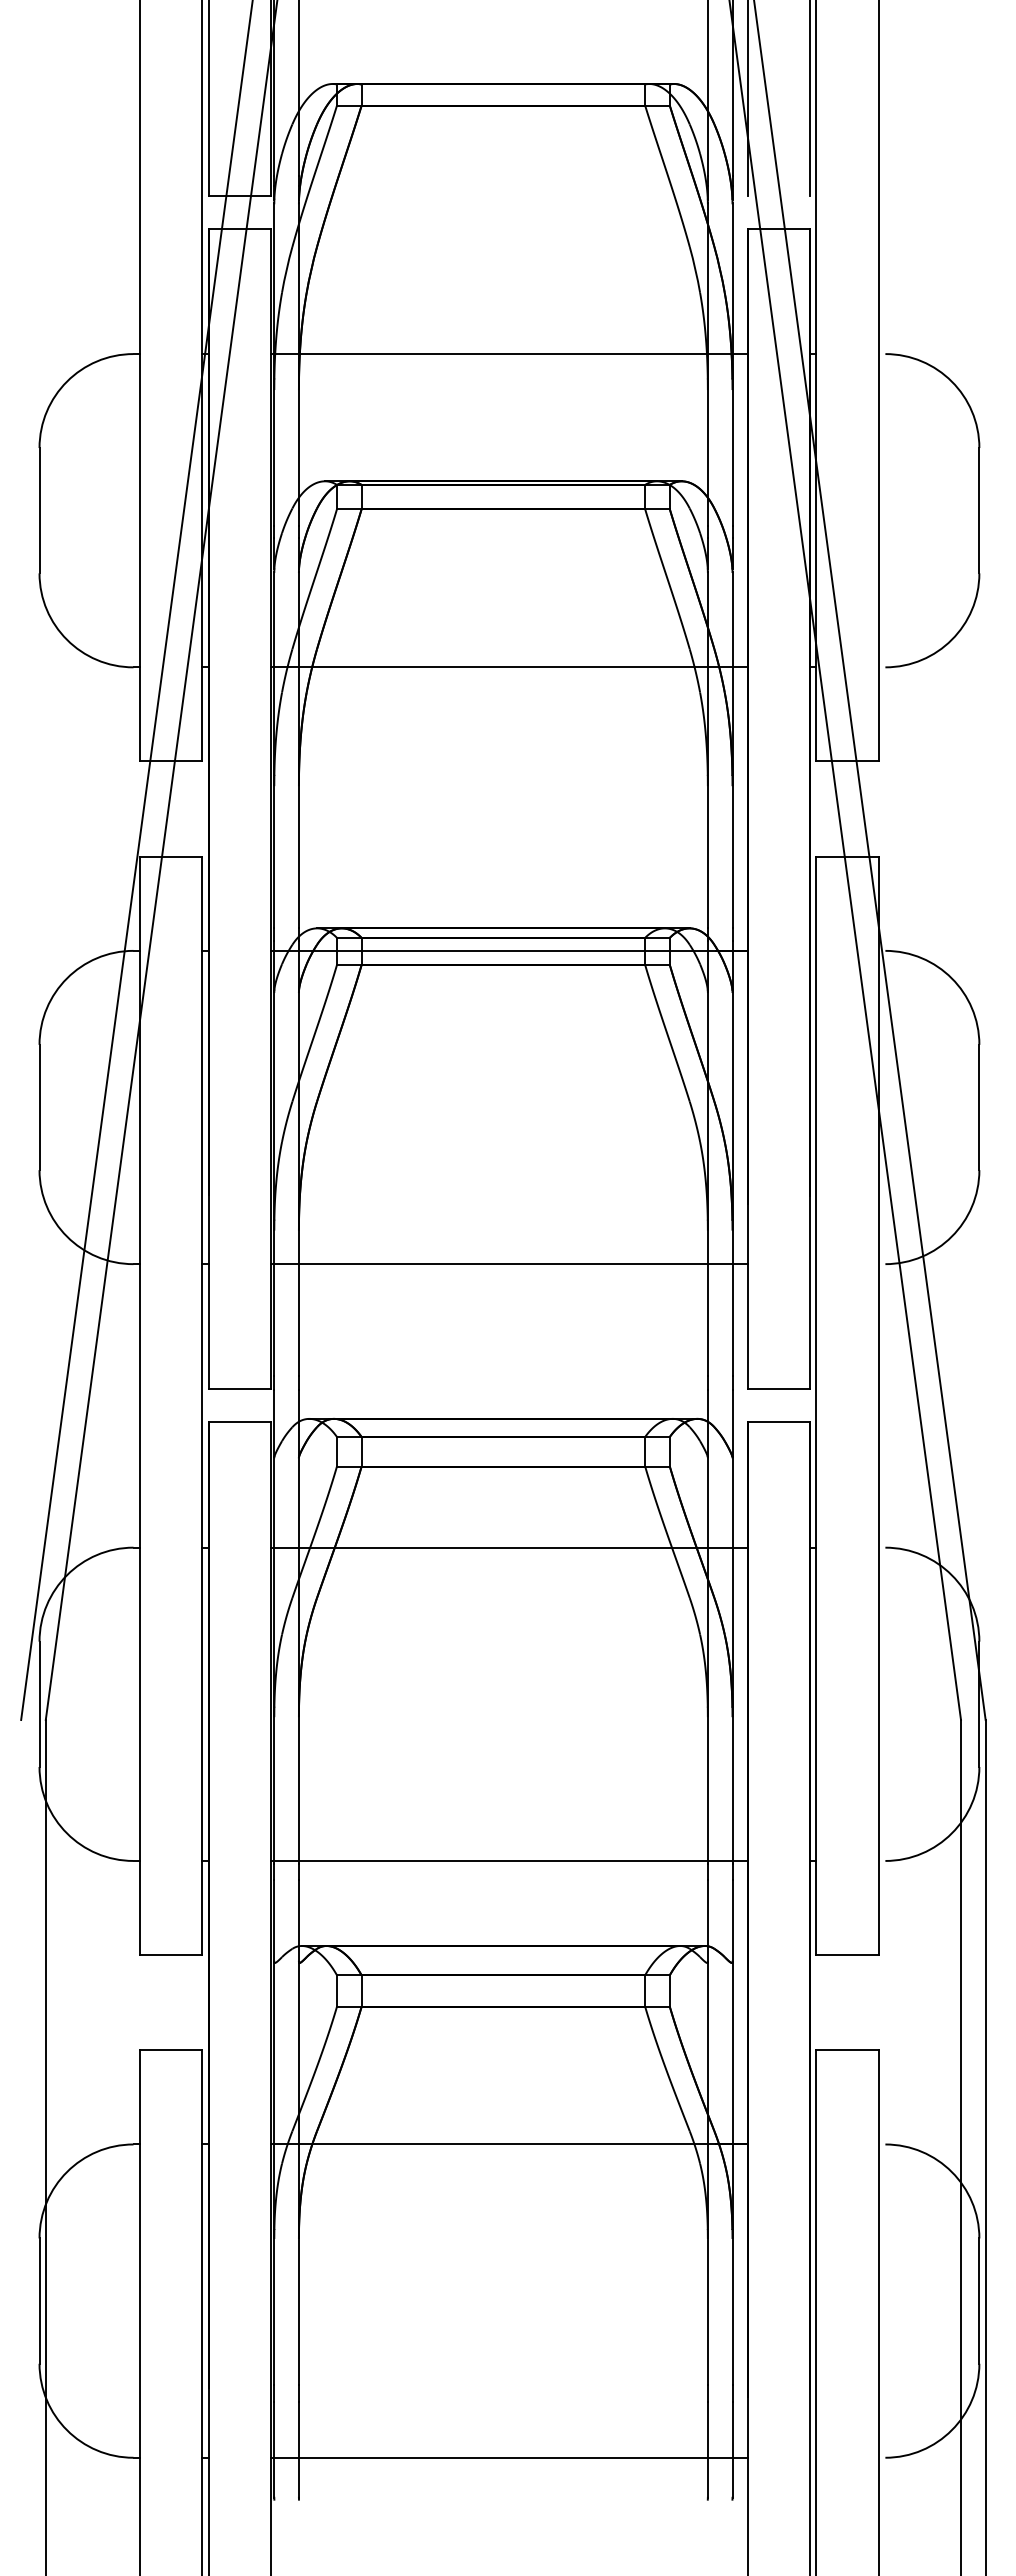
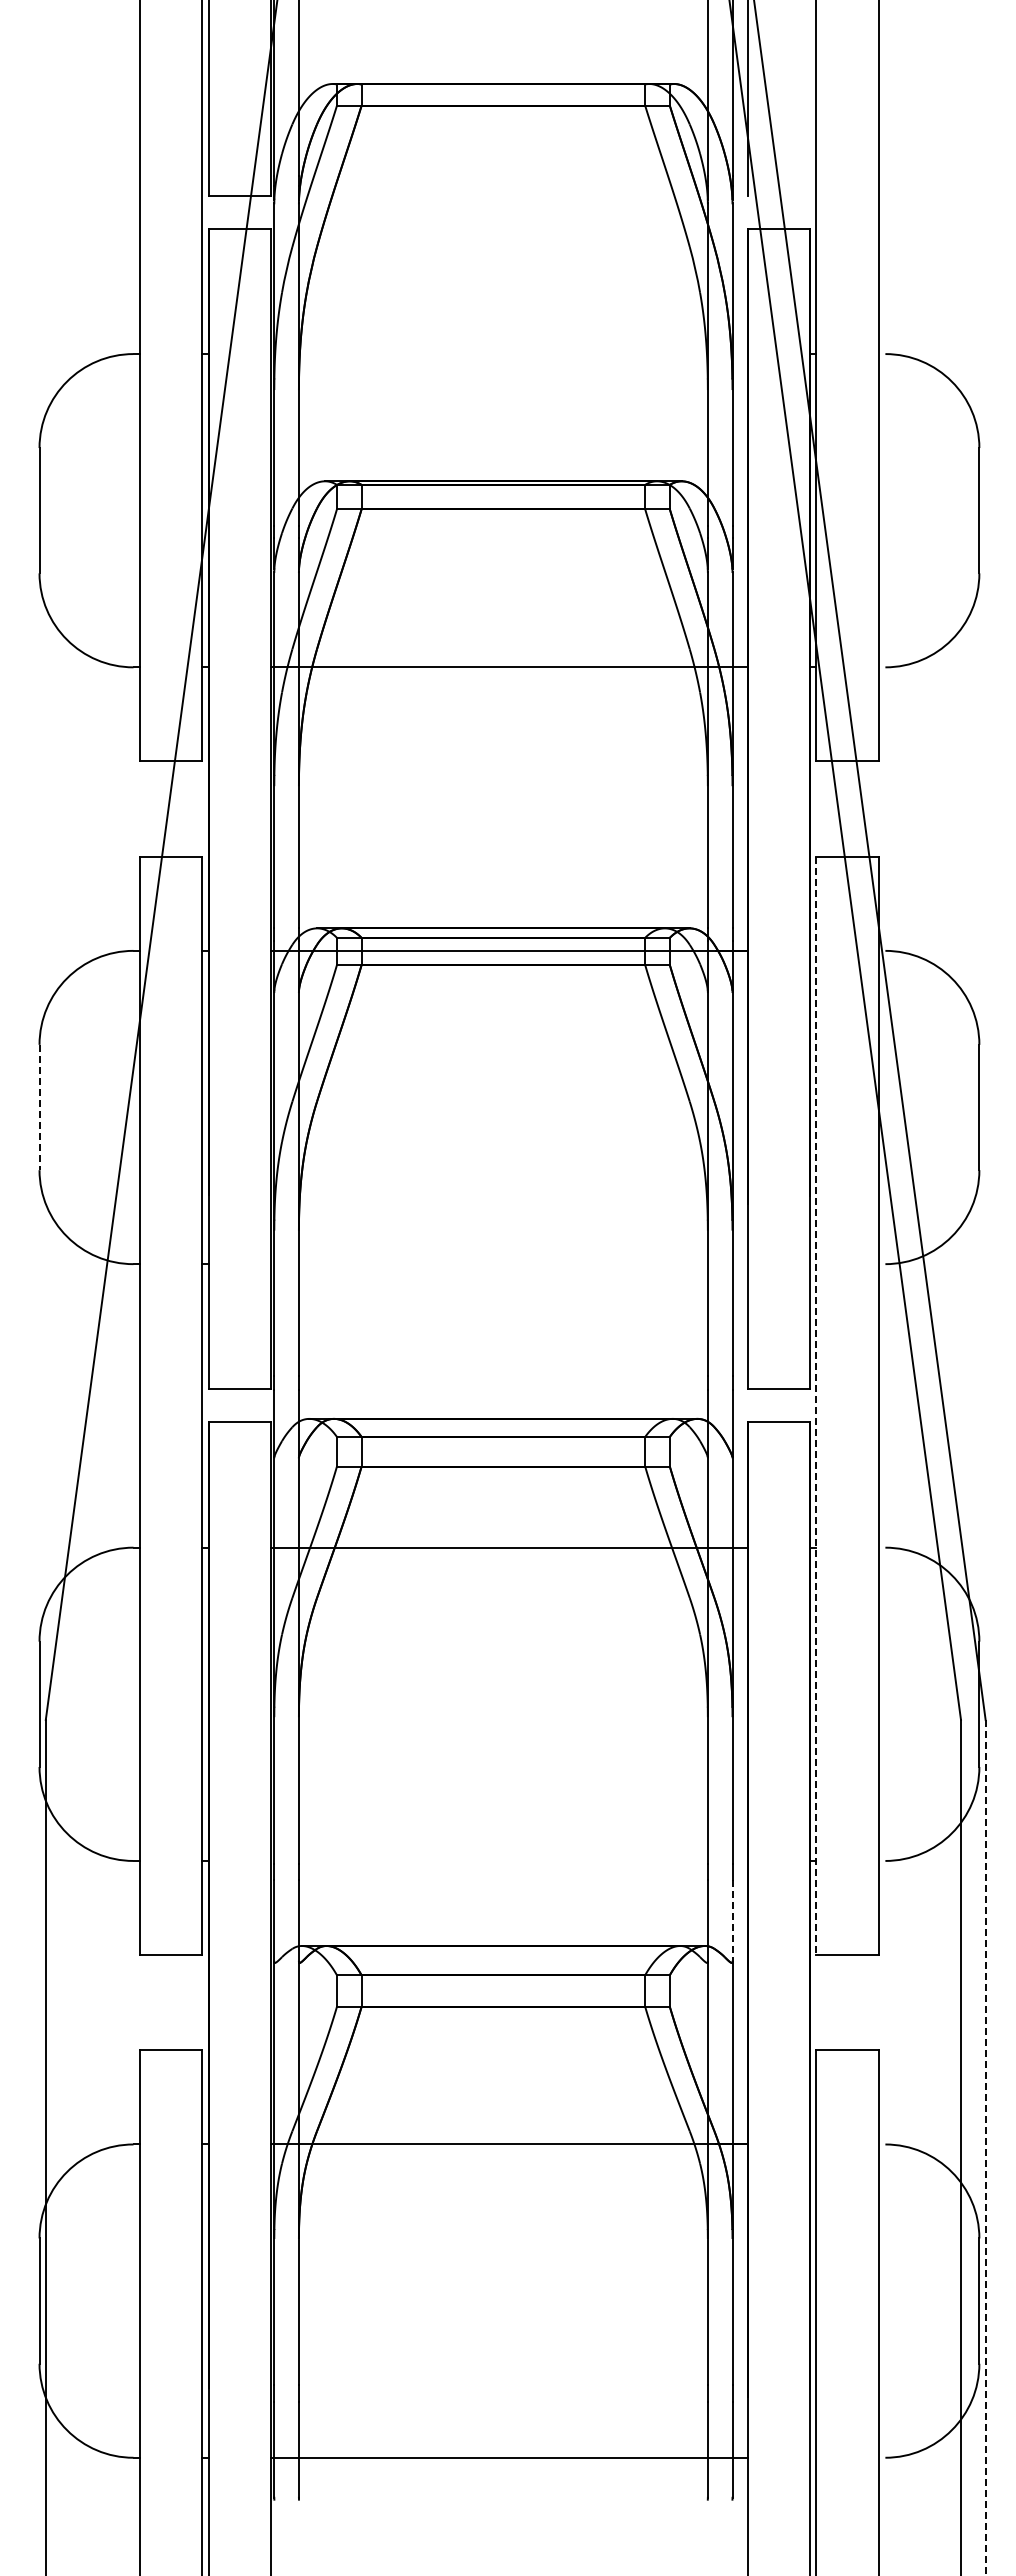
line at (810, 98): present -> none
line at (509, 354): present -> none
line at (136, 860): present -> none
line at (39, 1107): solid -> dashed
line at (509, 1264): present -> none
line at (816, 1406): solid -> dashed
line at (509, 1860): present -> none
line at (732, 1921): solid -> dashed
line at (985, 2147): solid -> dashed
